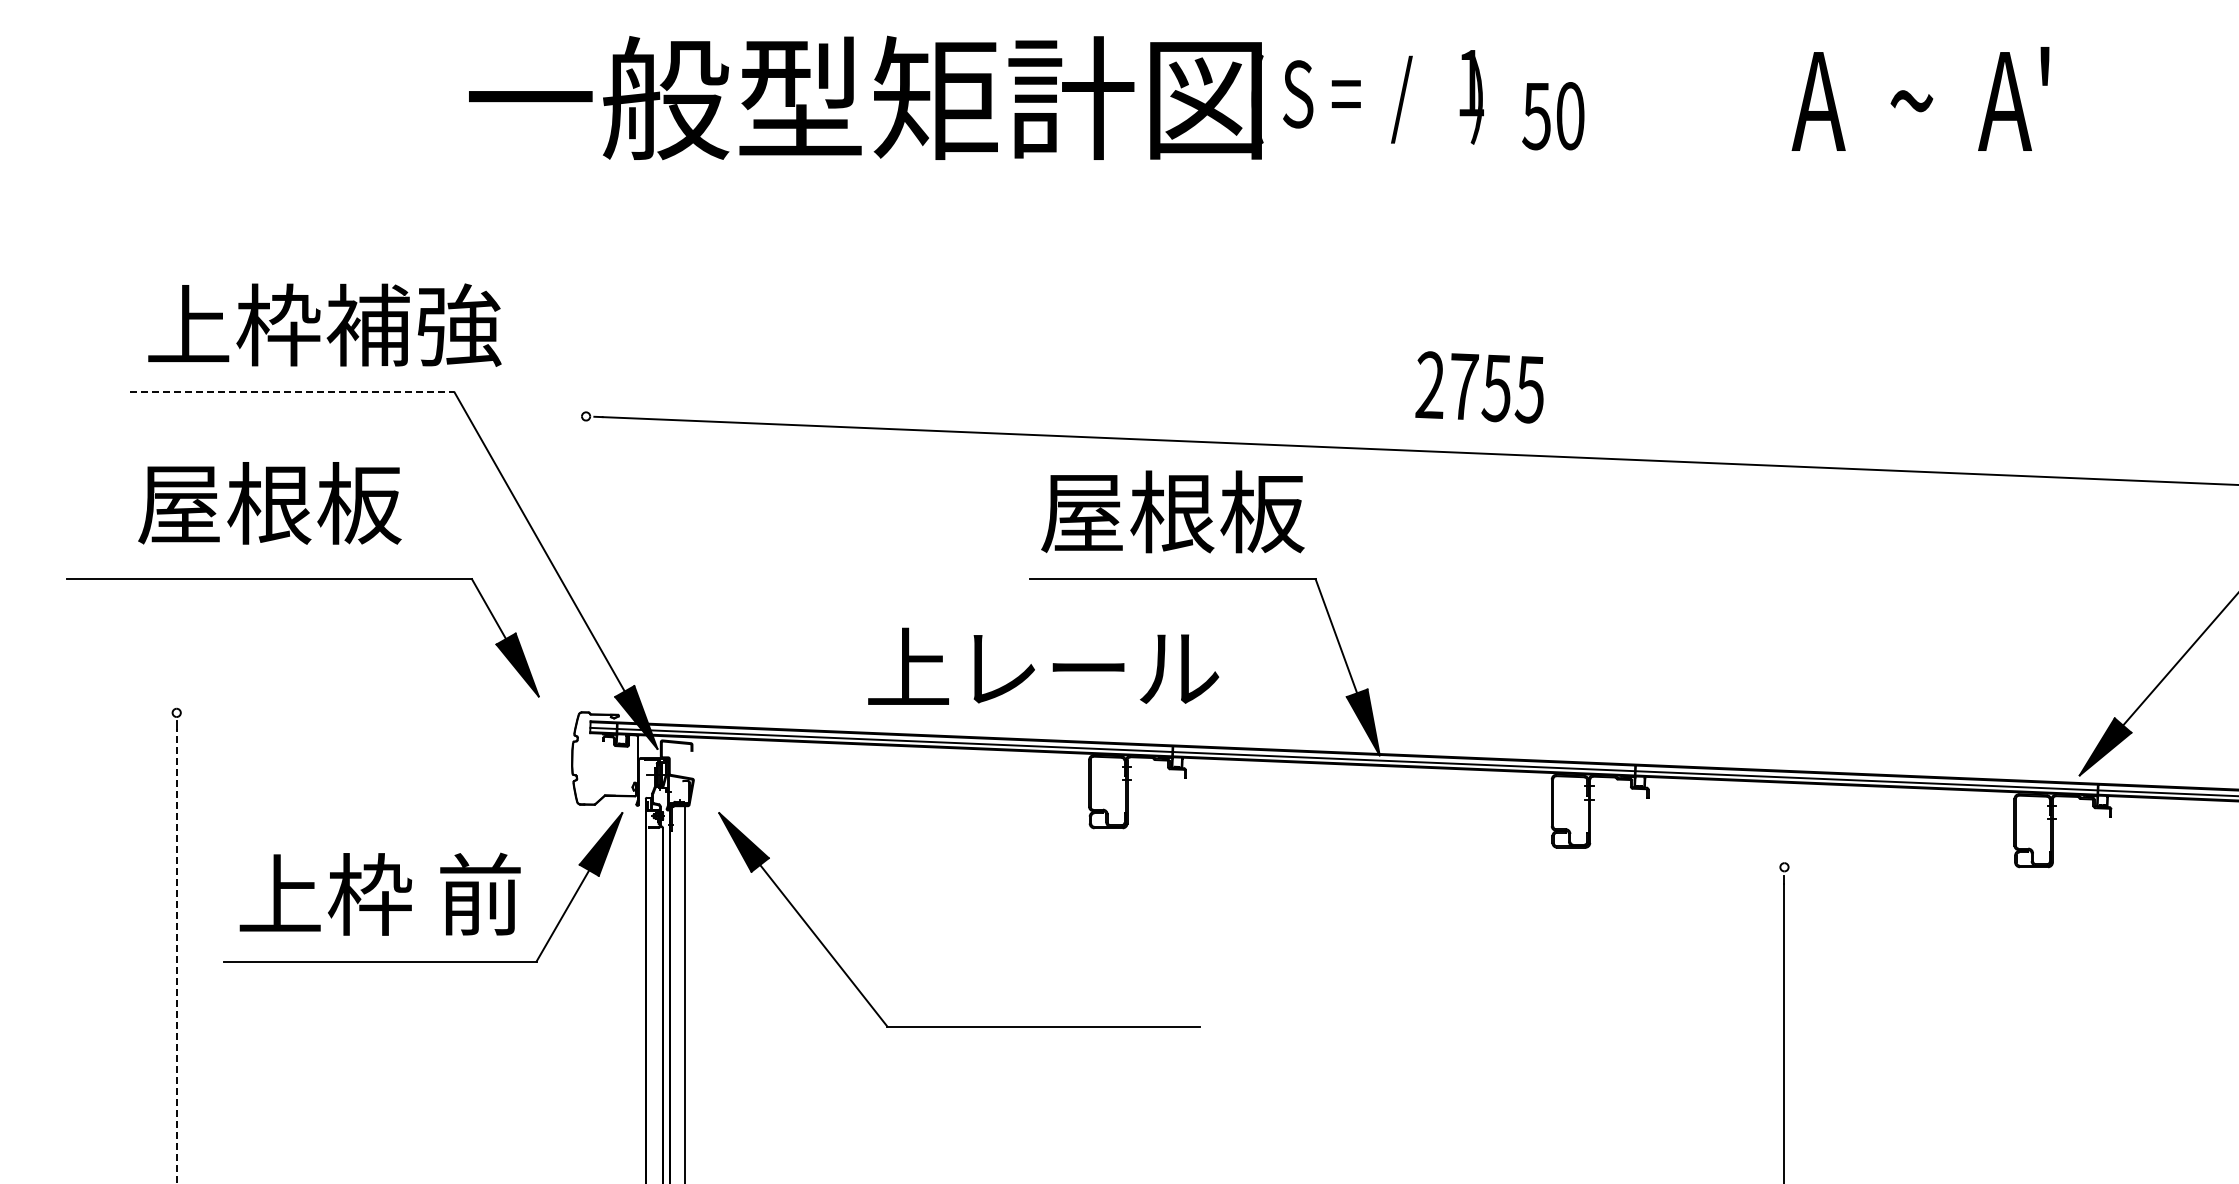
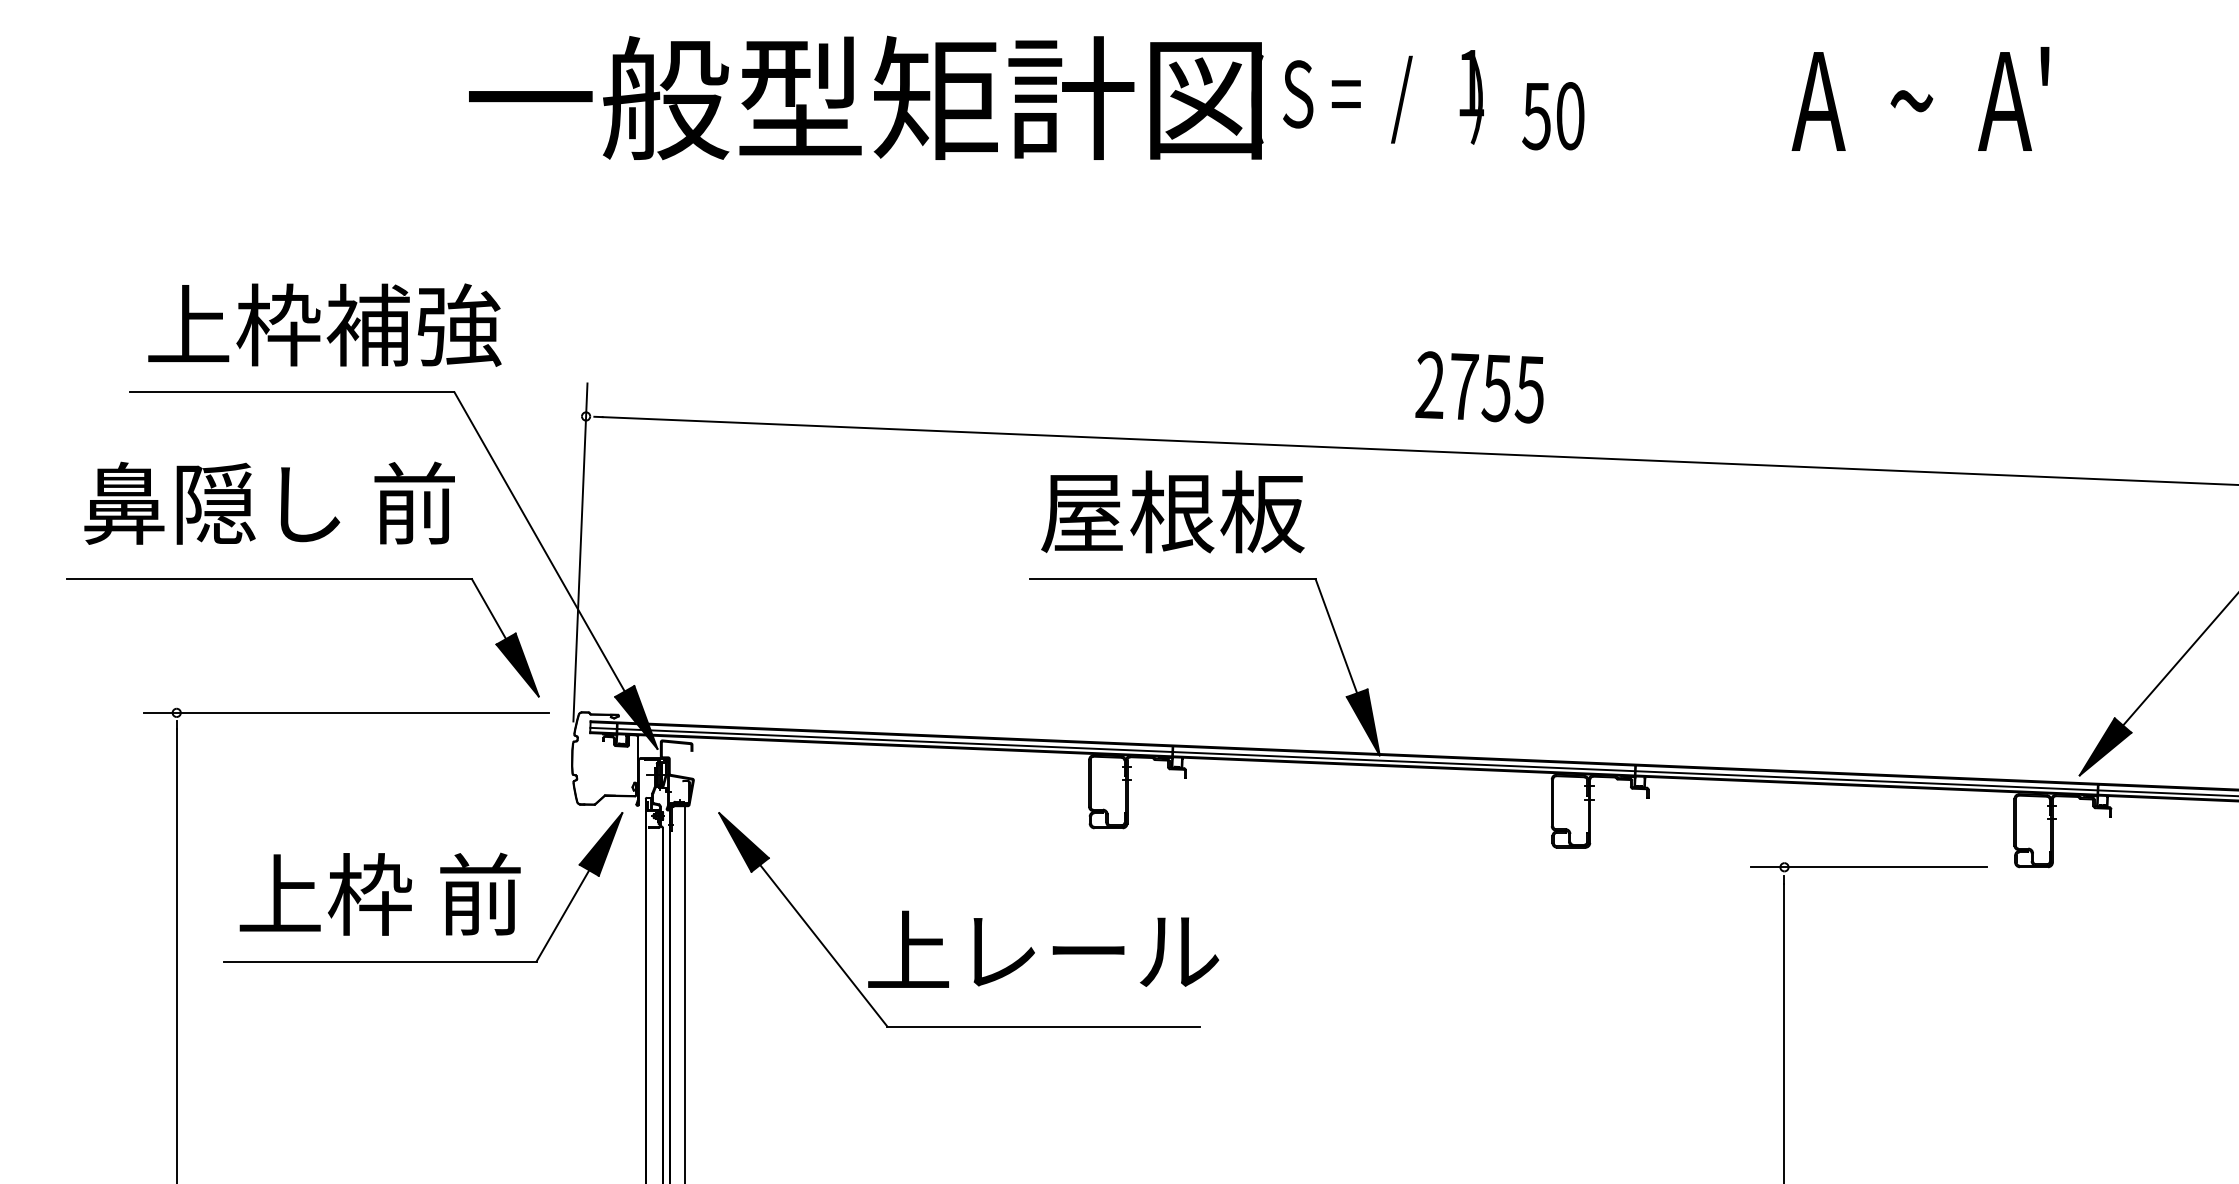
line at (292, 392): dashed -> solid
text at (269, 502): 屋根板 -> 鼻隠し 前
line at (580, 552): none -> present
text at (1043, 665) position: (1043, 665) -> (1043, 948)
line at (346, 712): none -> present
line at (1868, 867): none -> present
line at (176, 956): dashed -> solid
